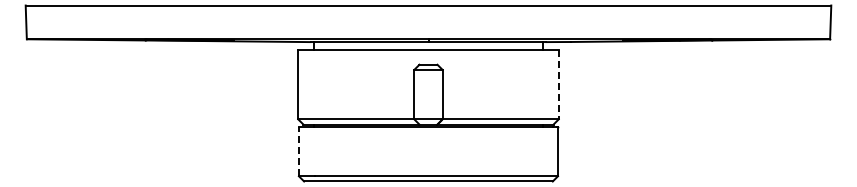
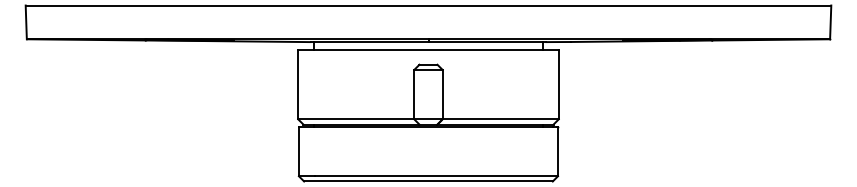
line at (558, 84): dashed -> solid
line at (298, 151): dashed -> solid
